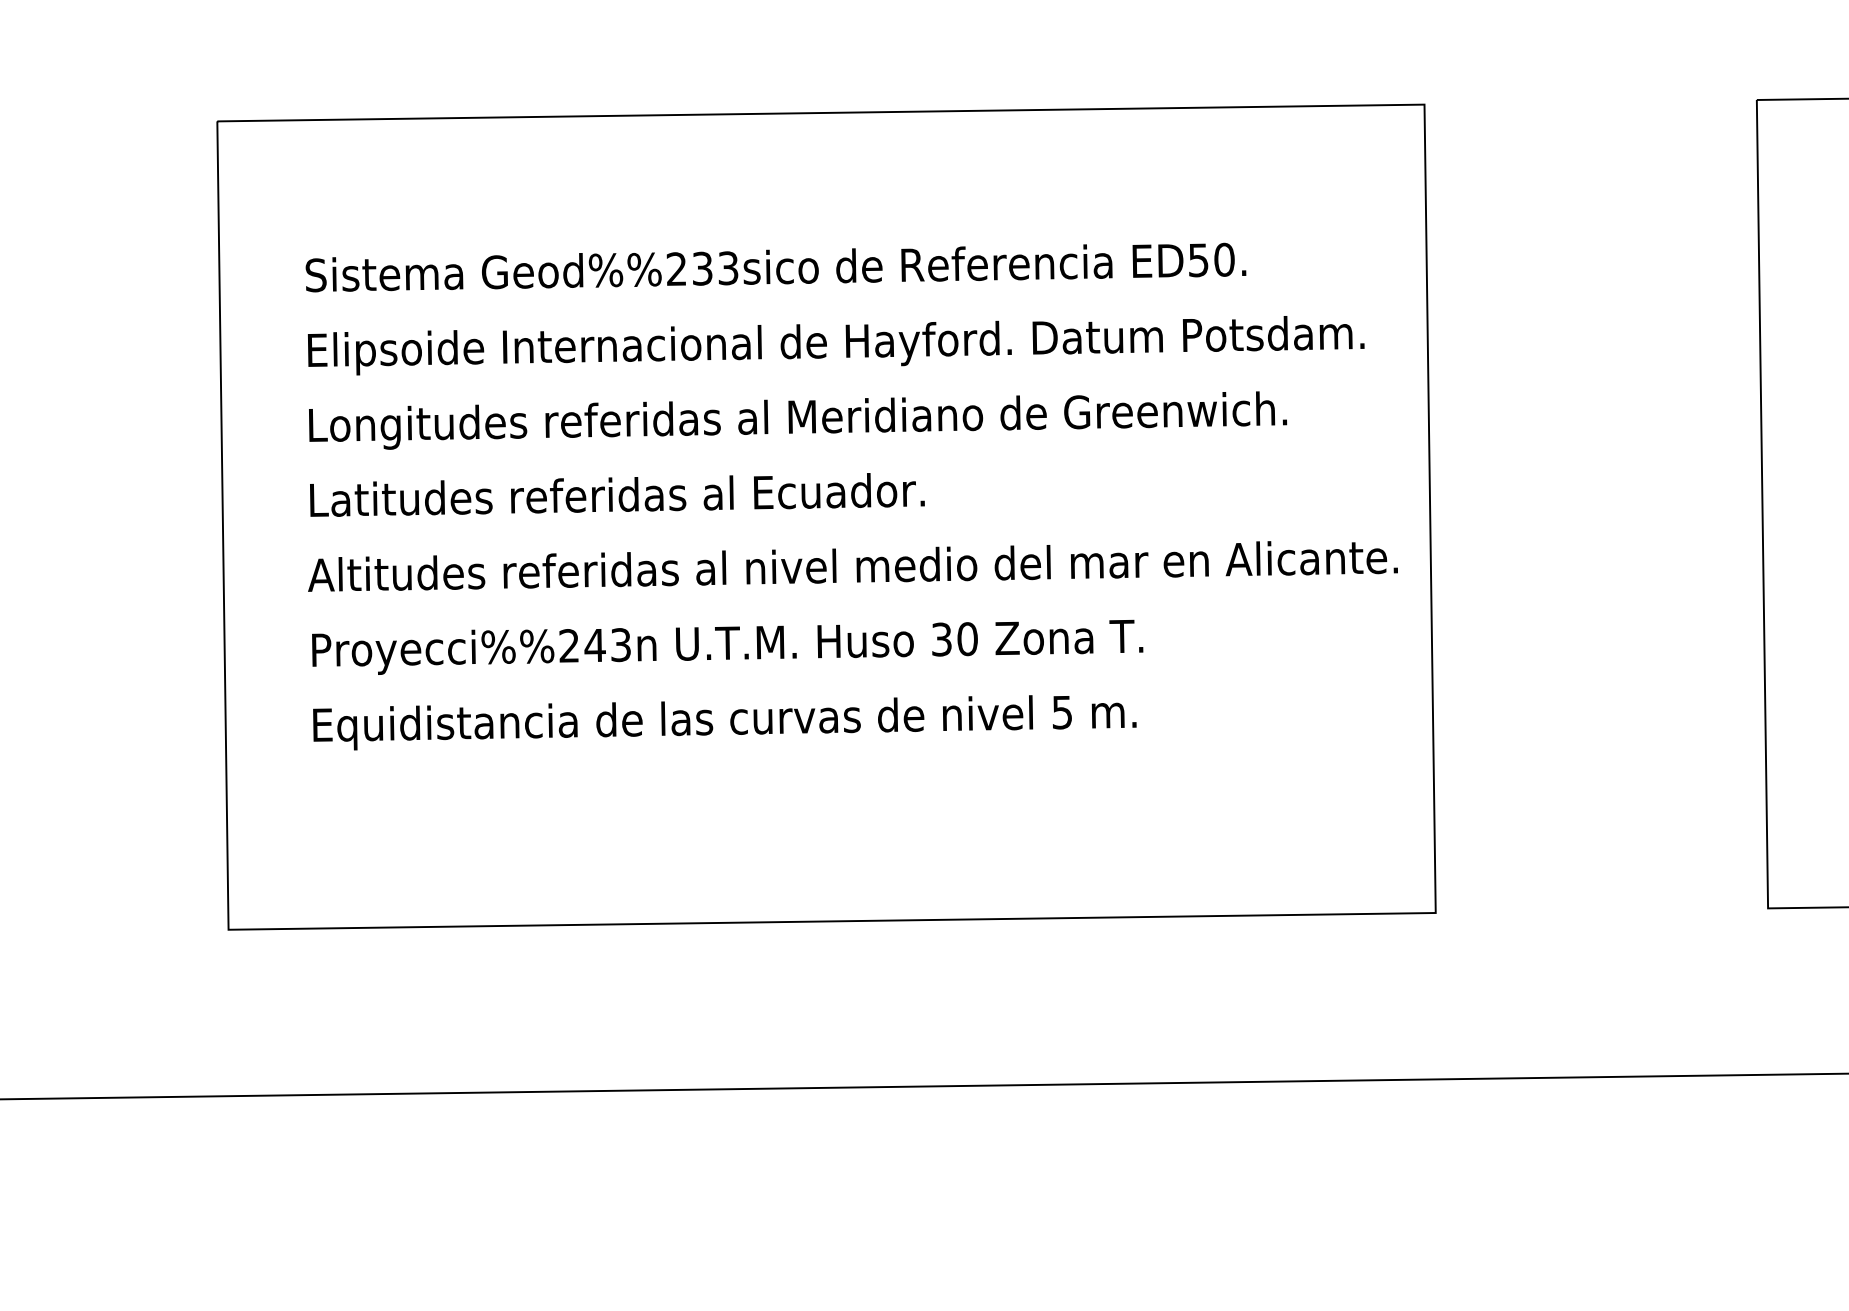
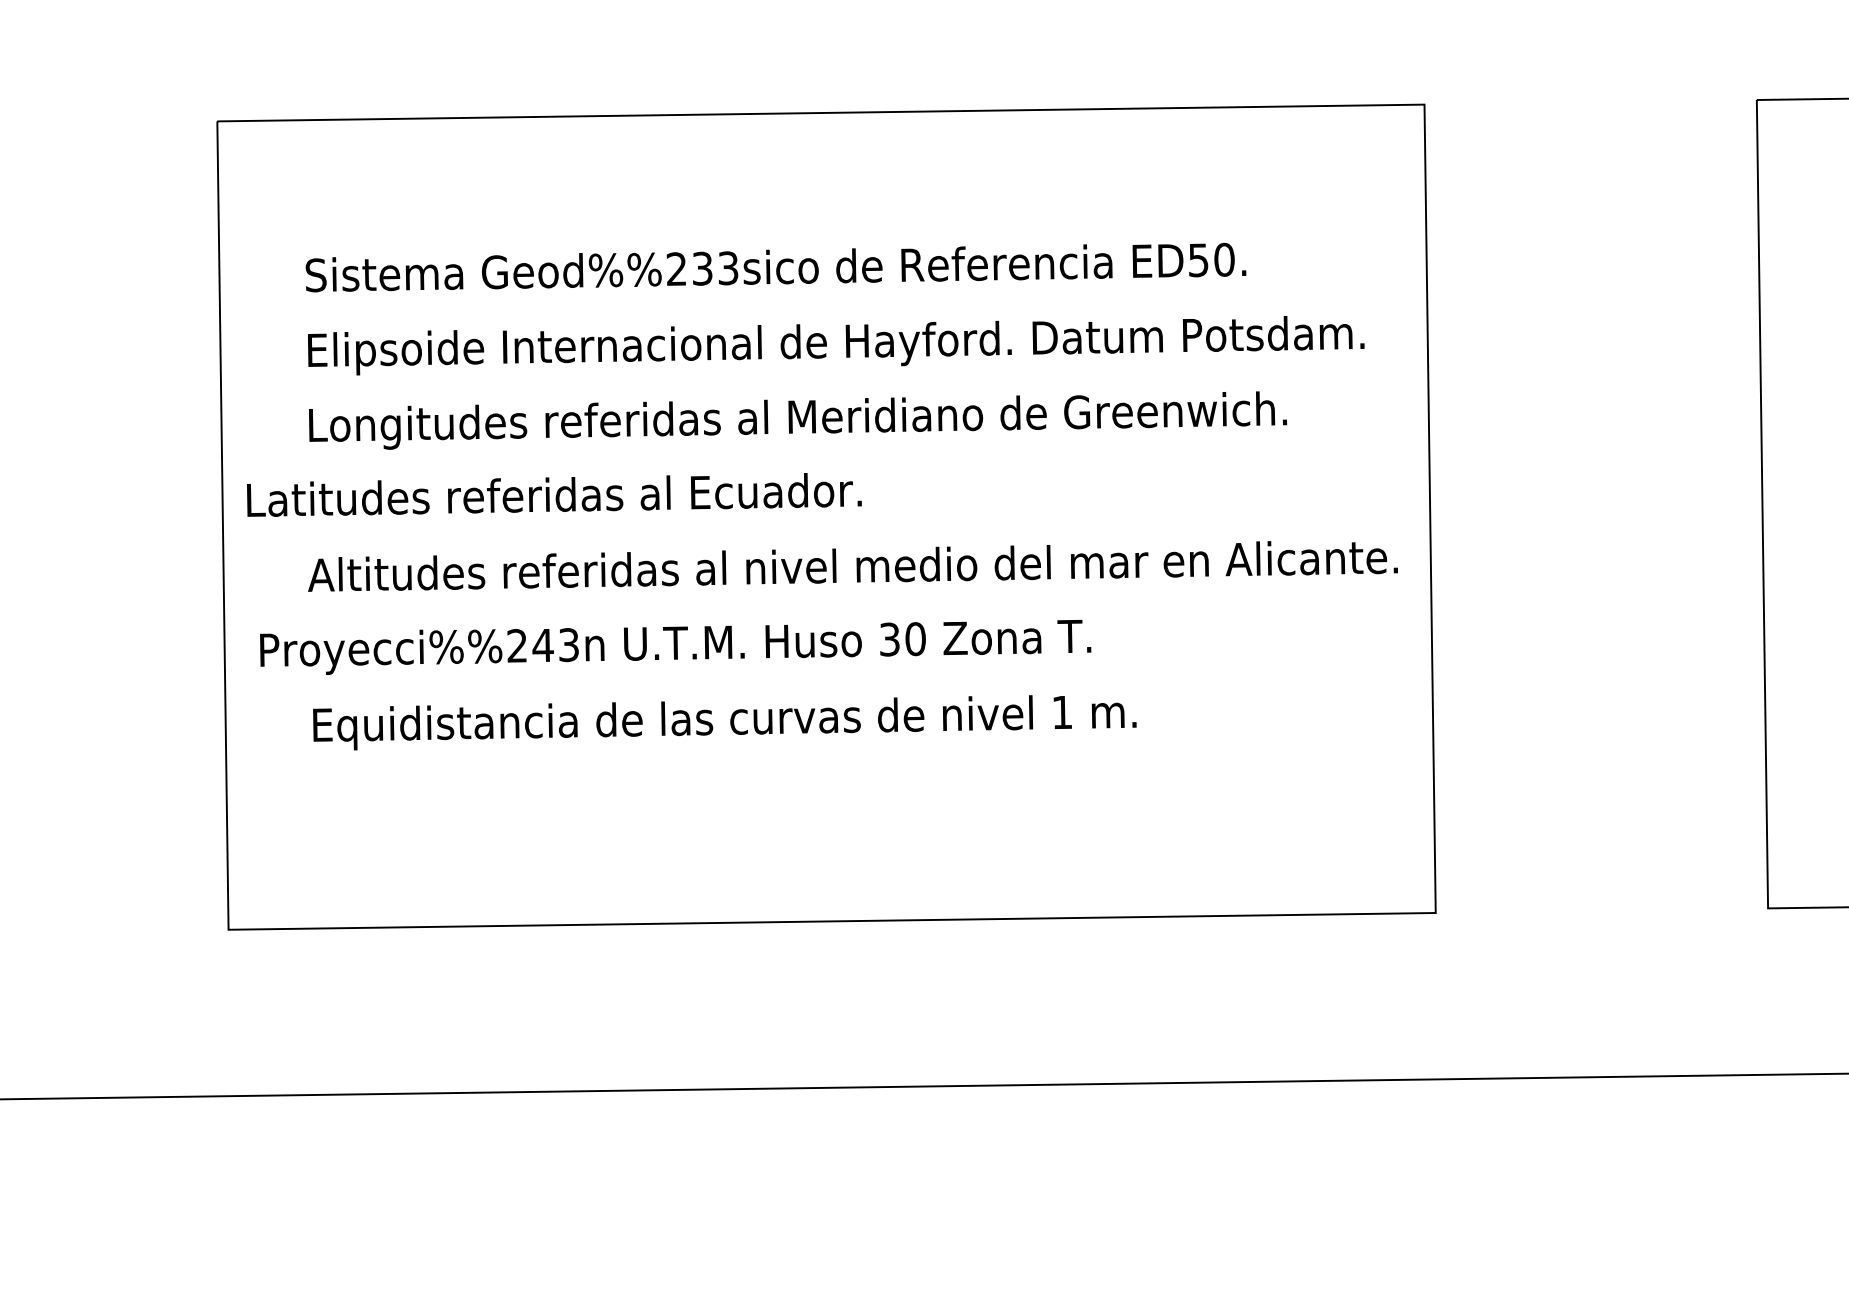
text at (617, 494) position: (617, 494) -> (554, 494)
text at (727, 646) position: (727, 646) -> (675, 646)
text at (1061, 712): 5 -> 1
